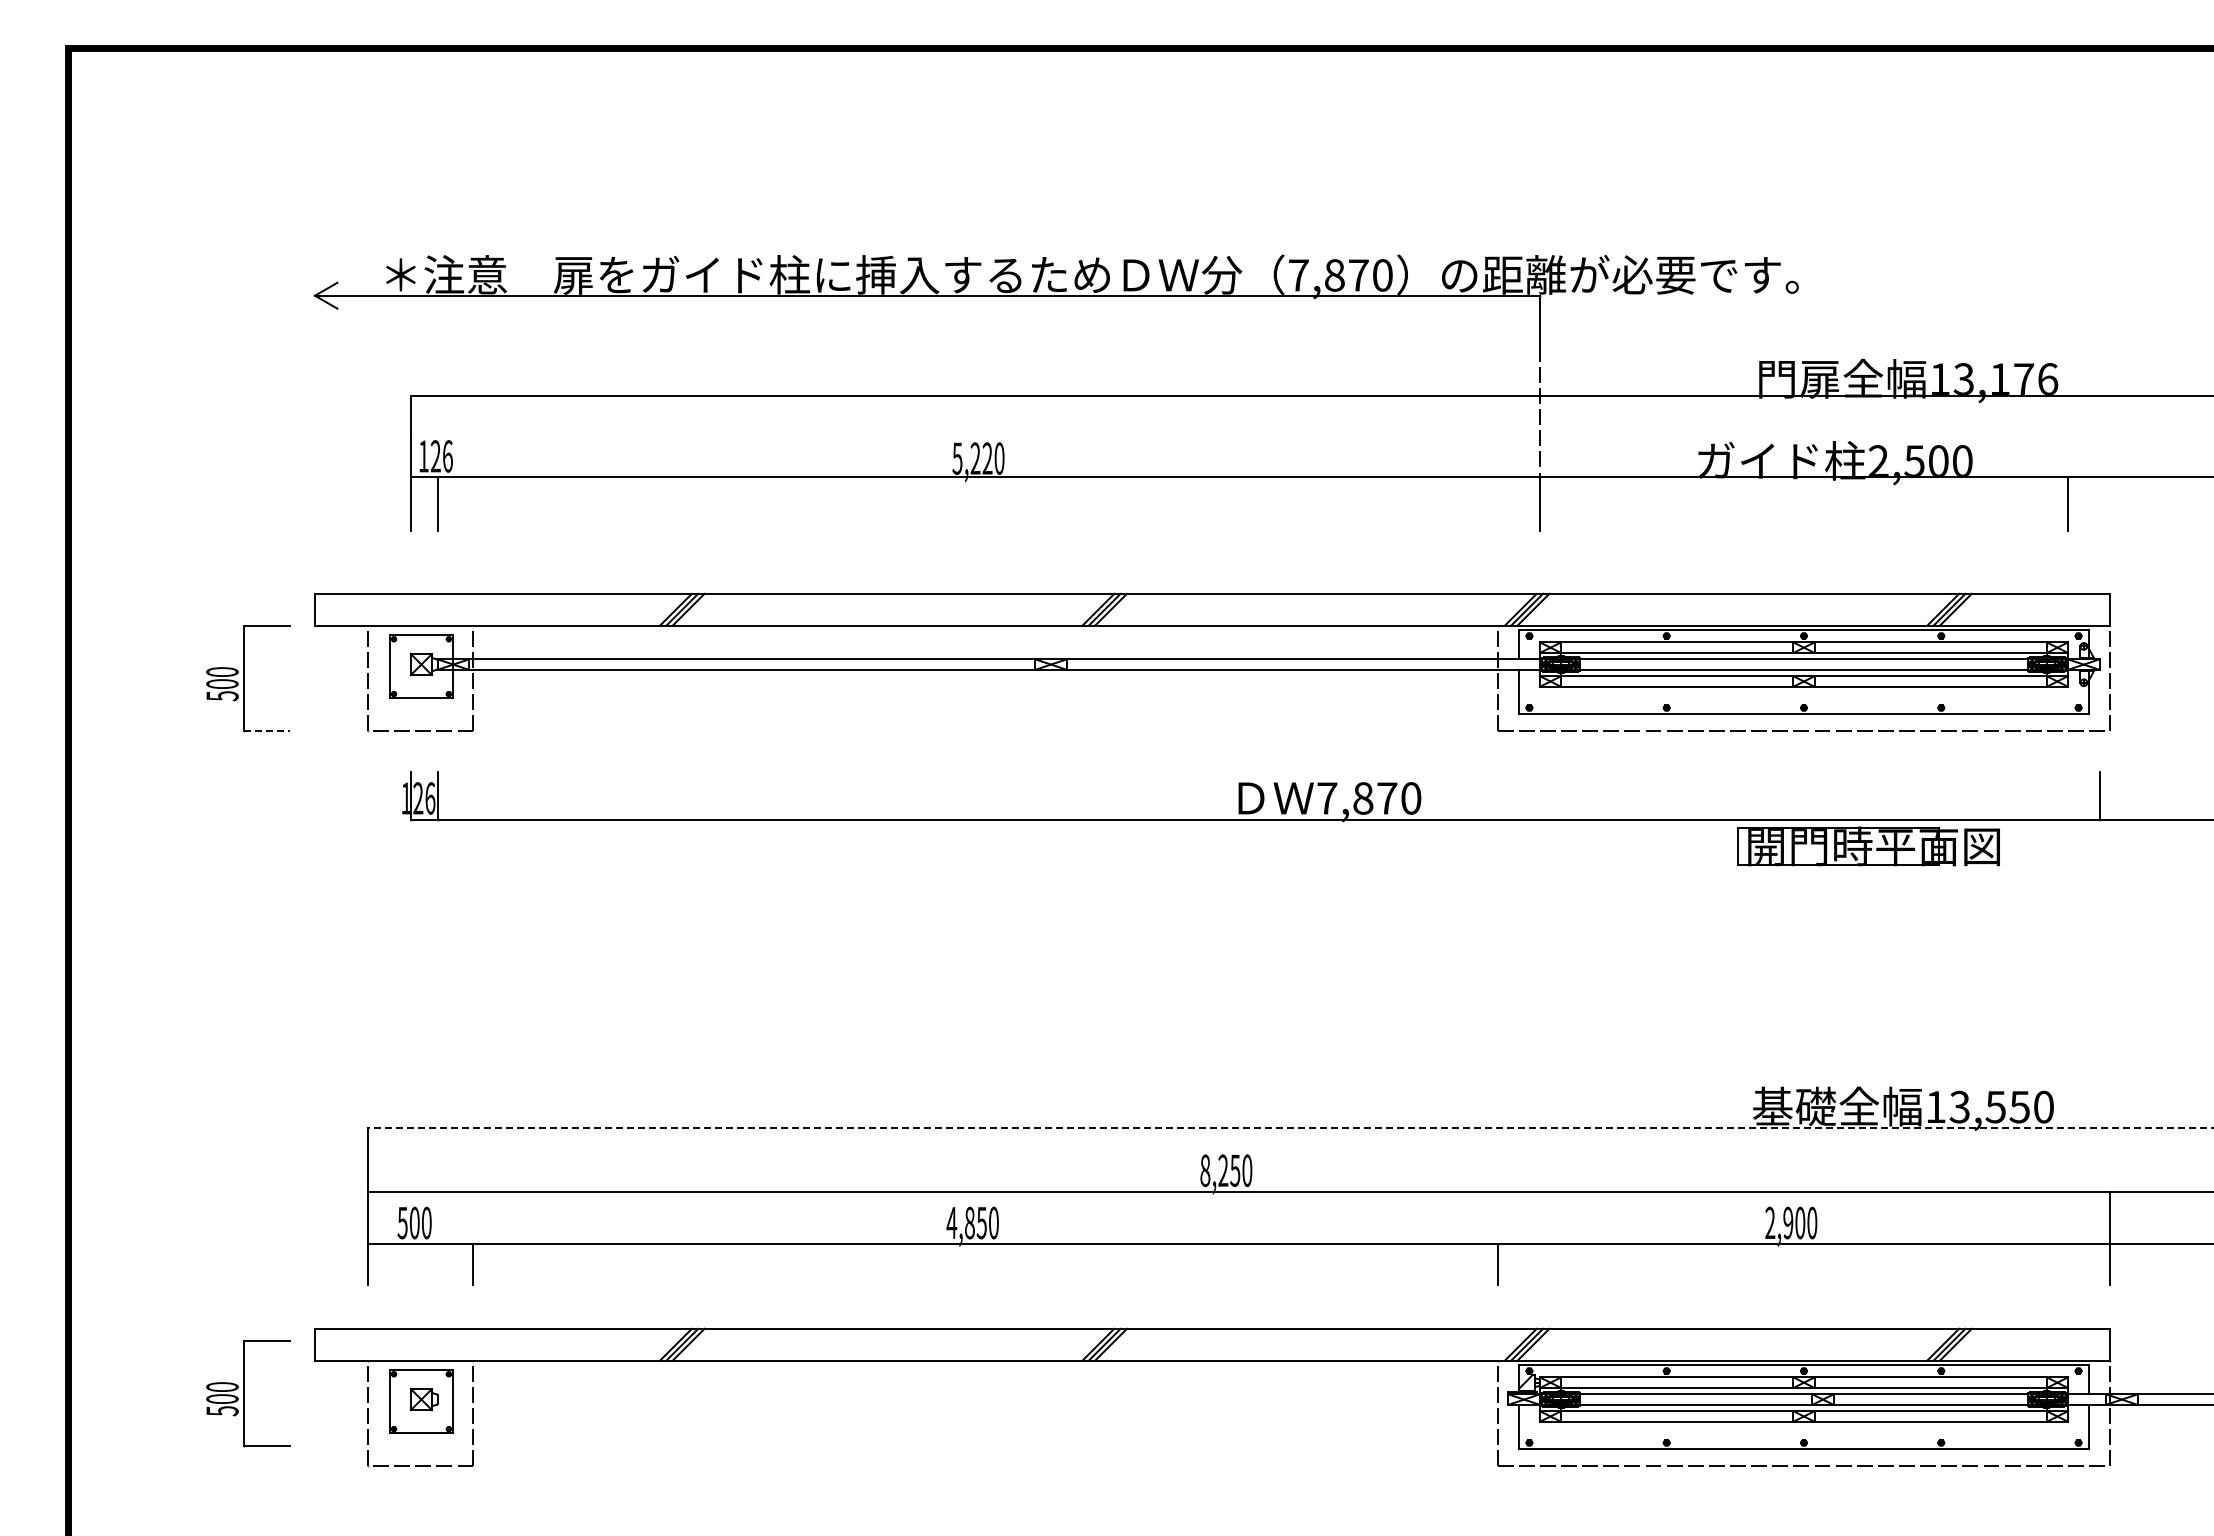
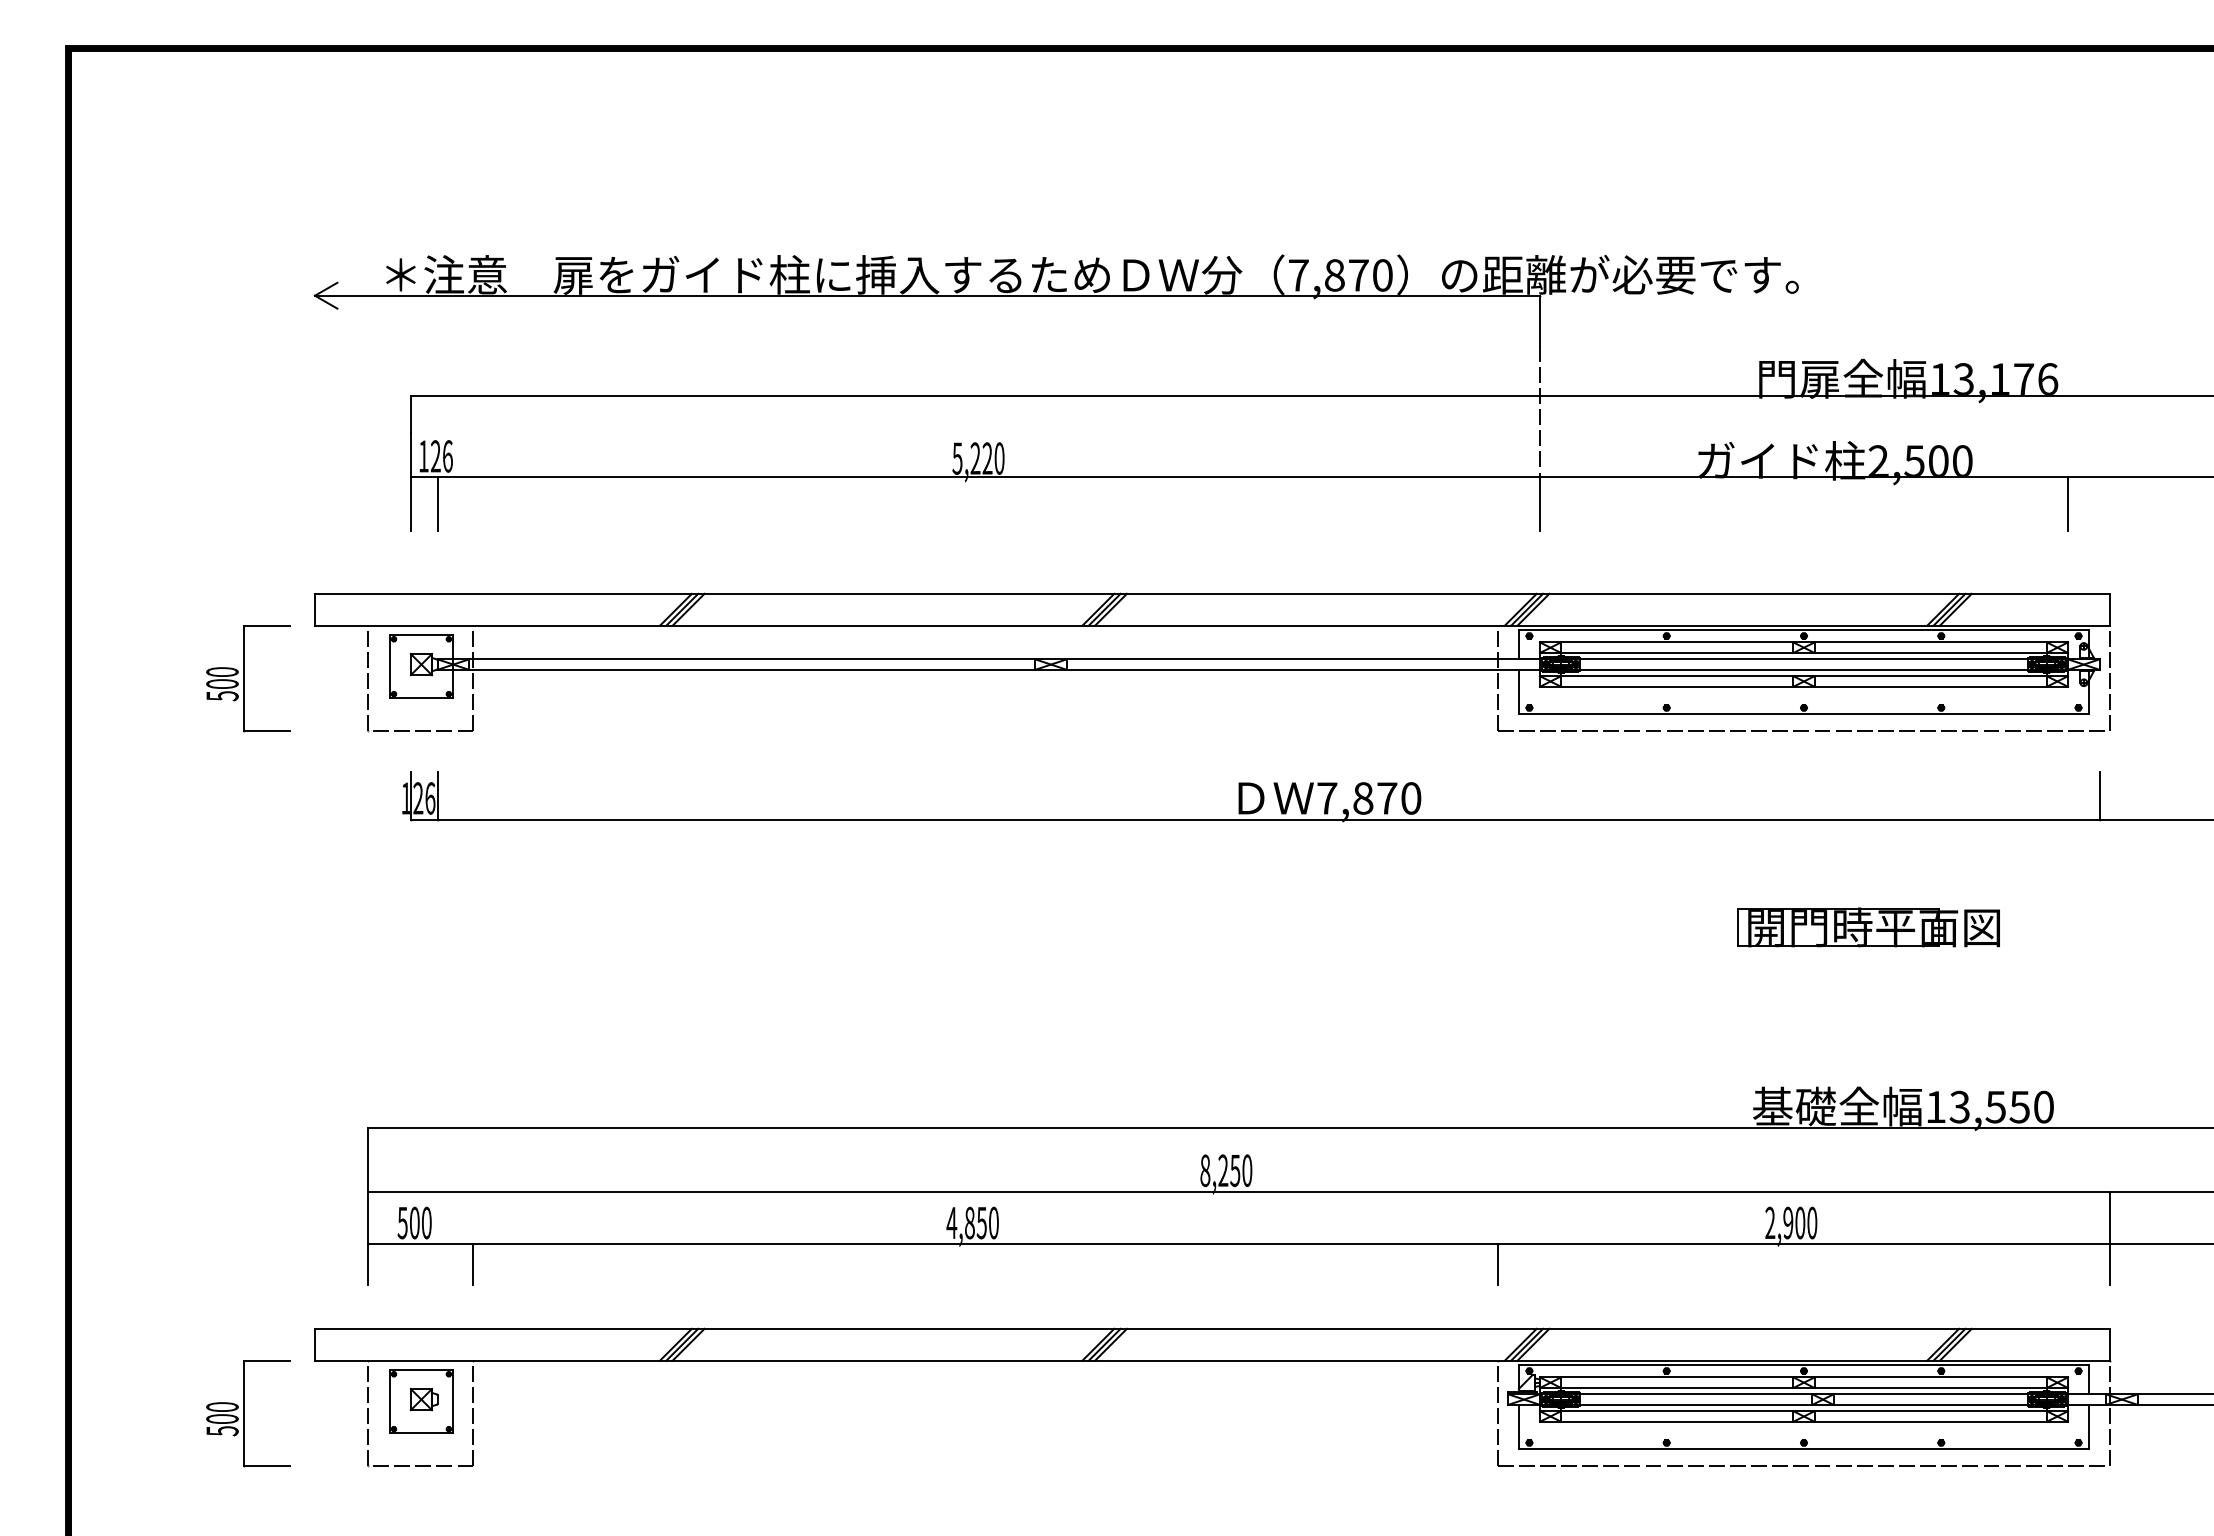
line at (267, 731): dashed -> solid
part at (1868, 846) position: (1868, 846) -> (1868, 927)
line at (1290, 1128): dashed -> solid
part at (248, 1393) position: (248, 1393) -> (248, 1413)
